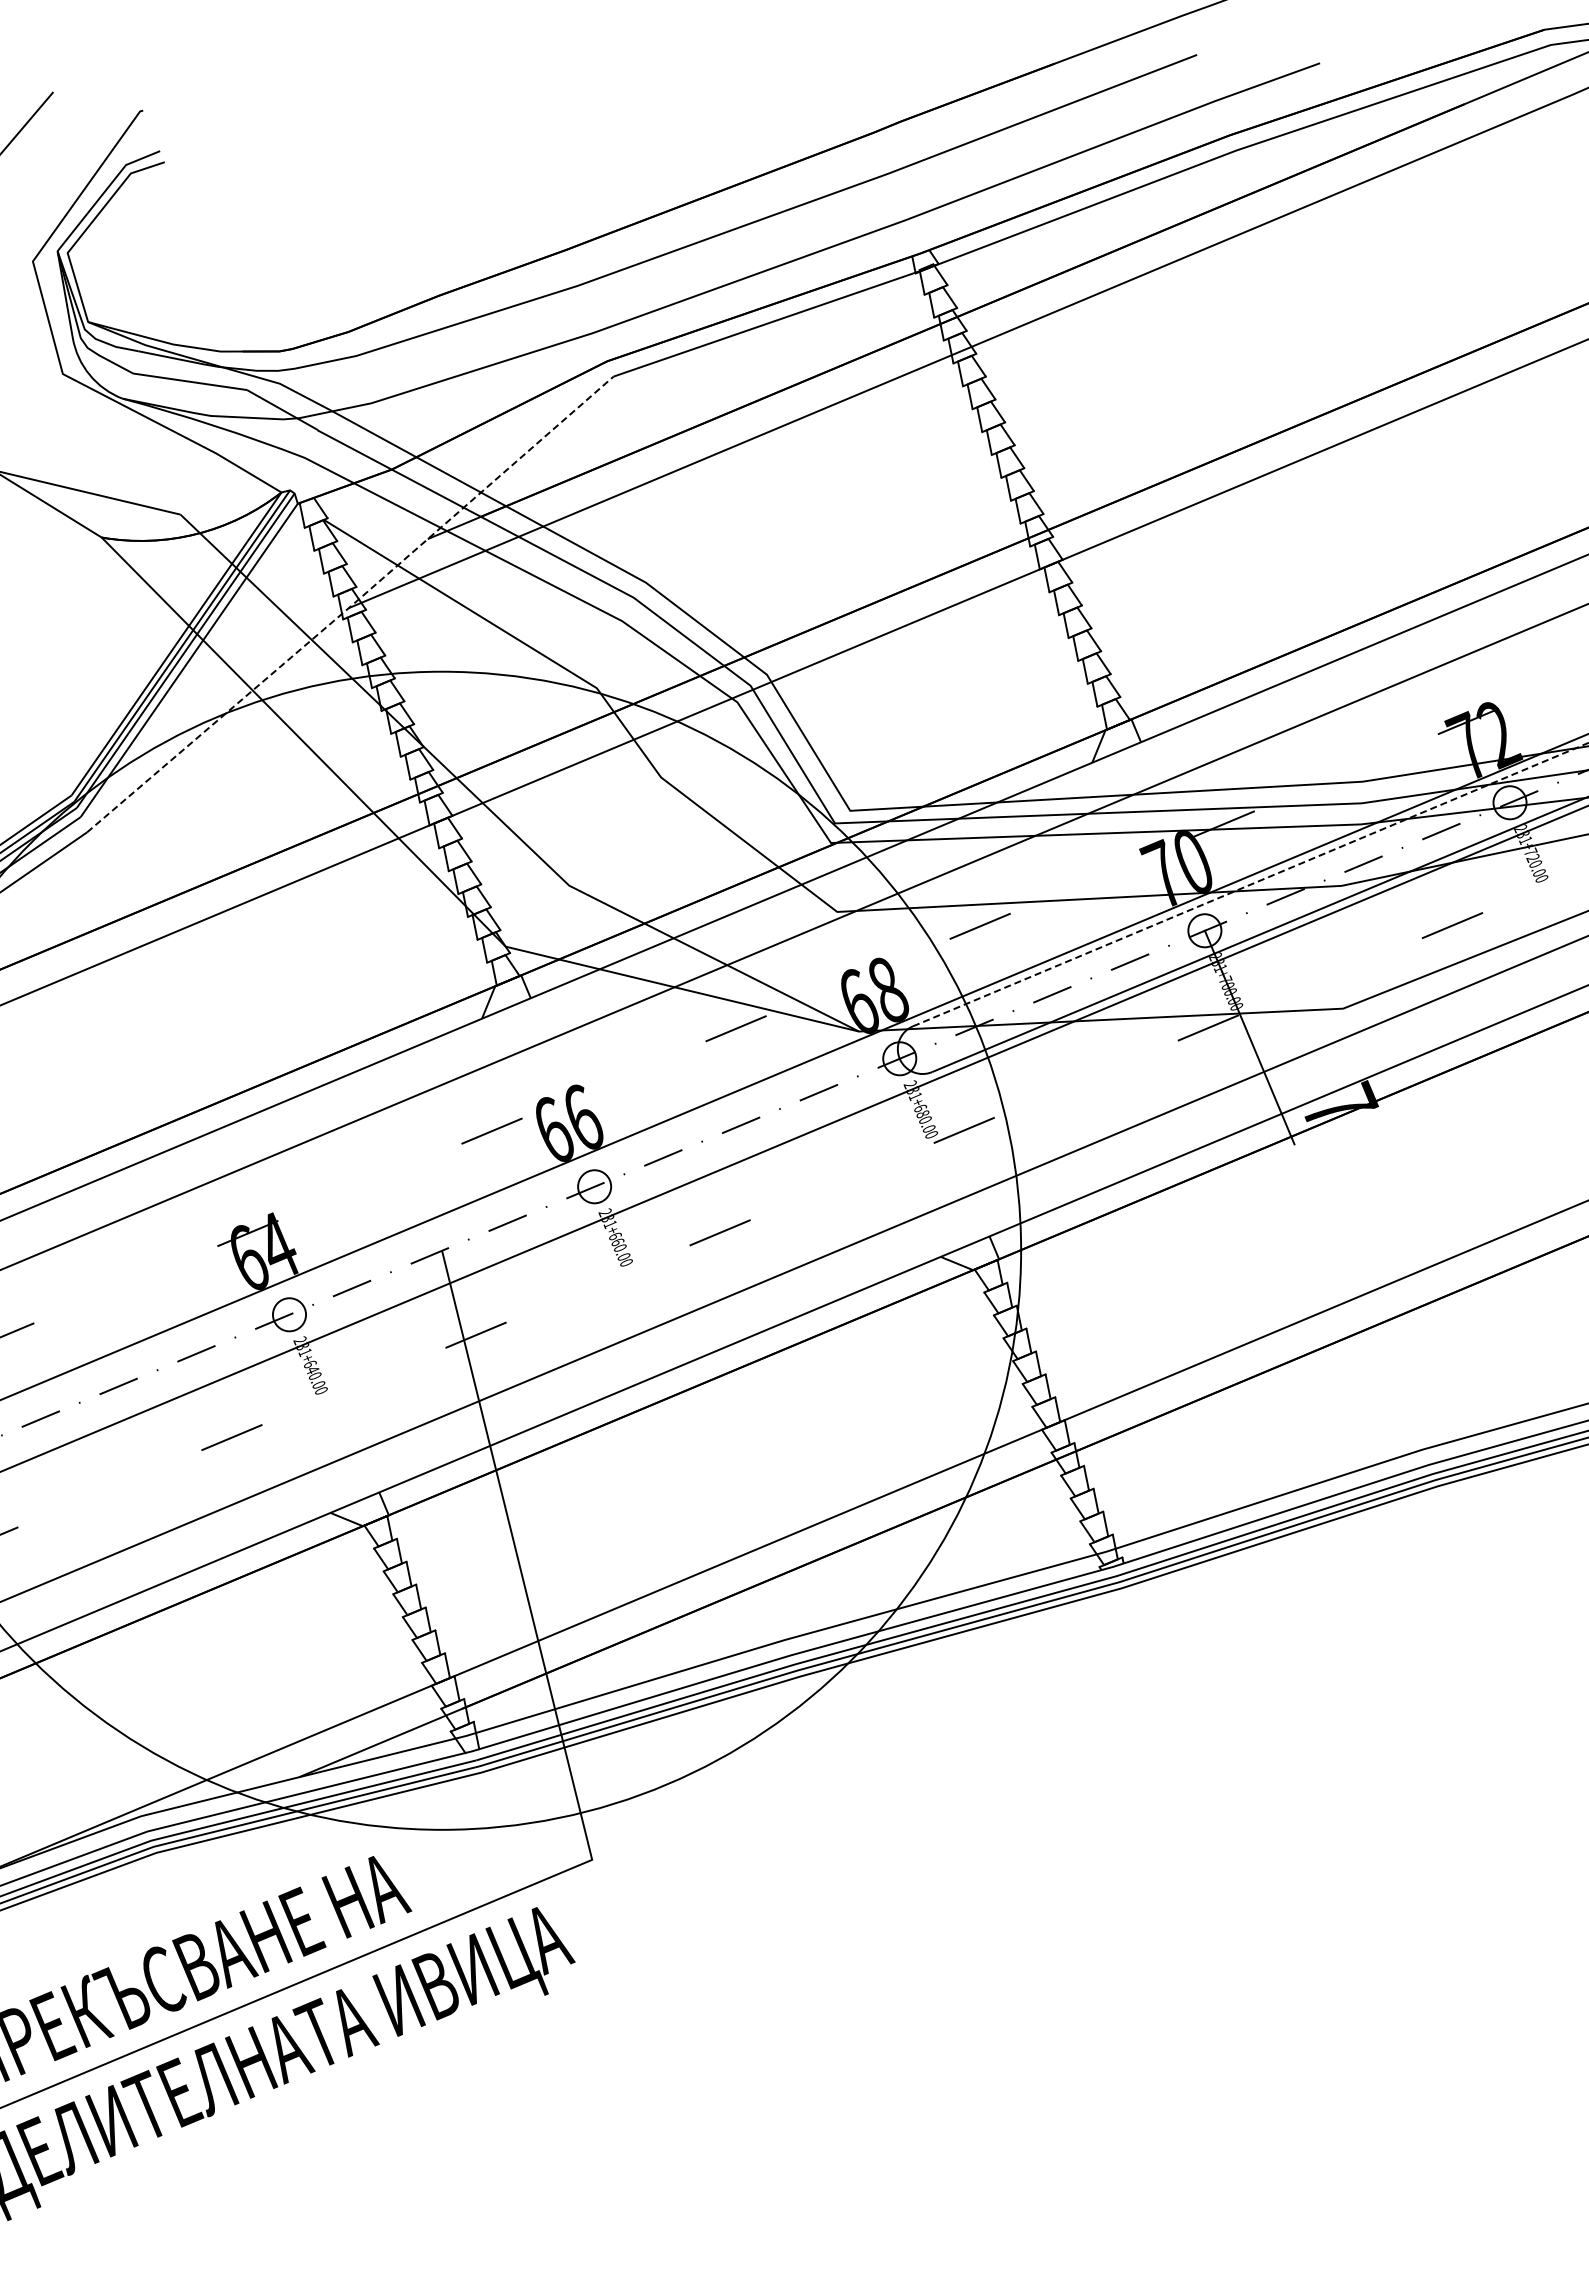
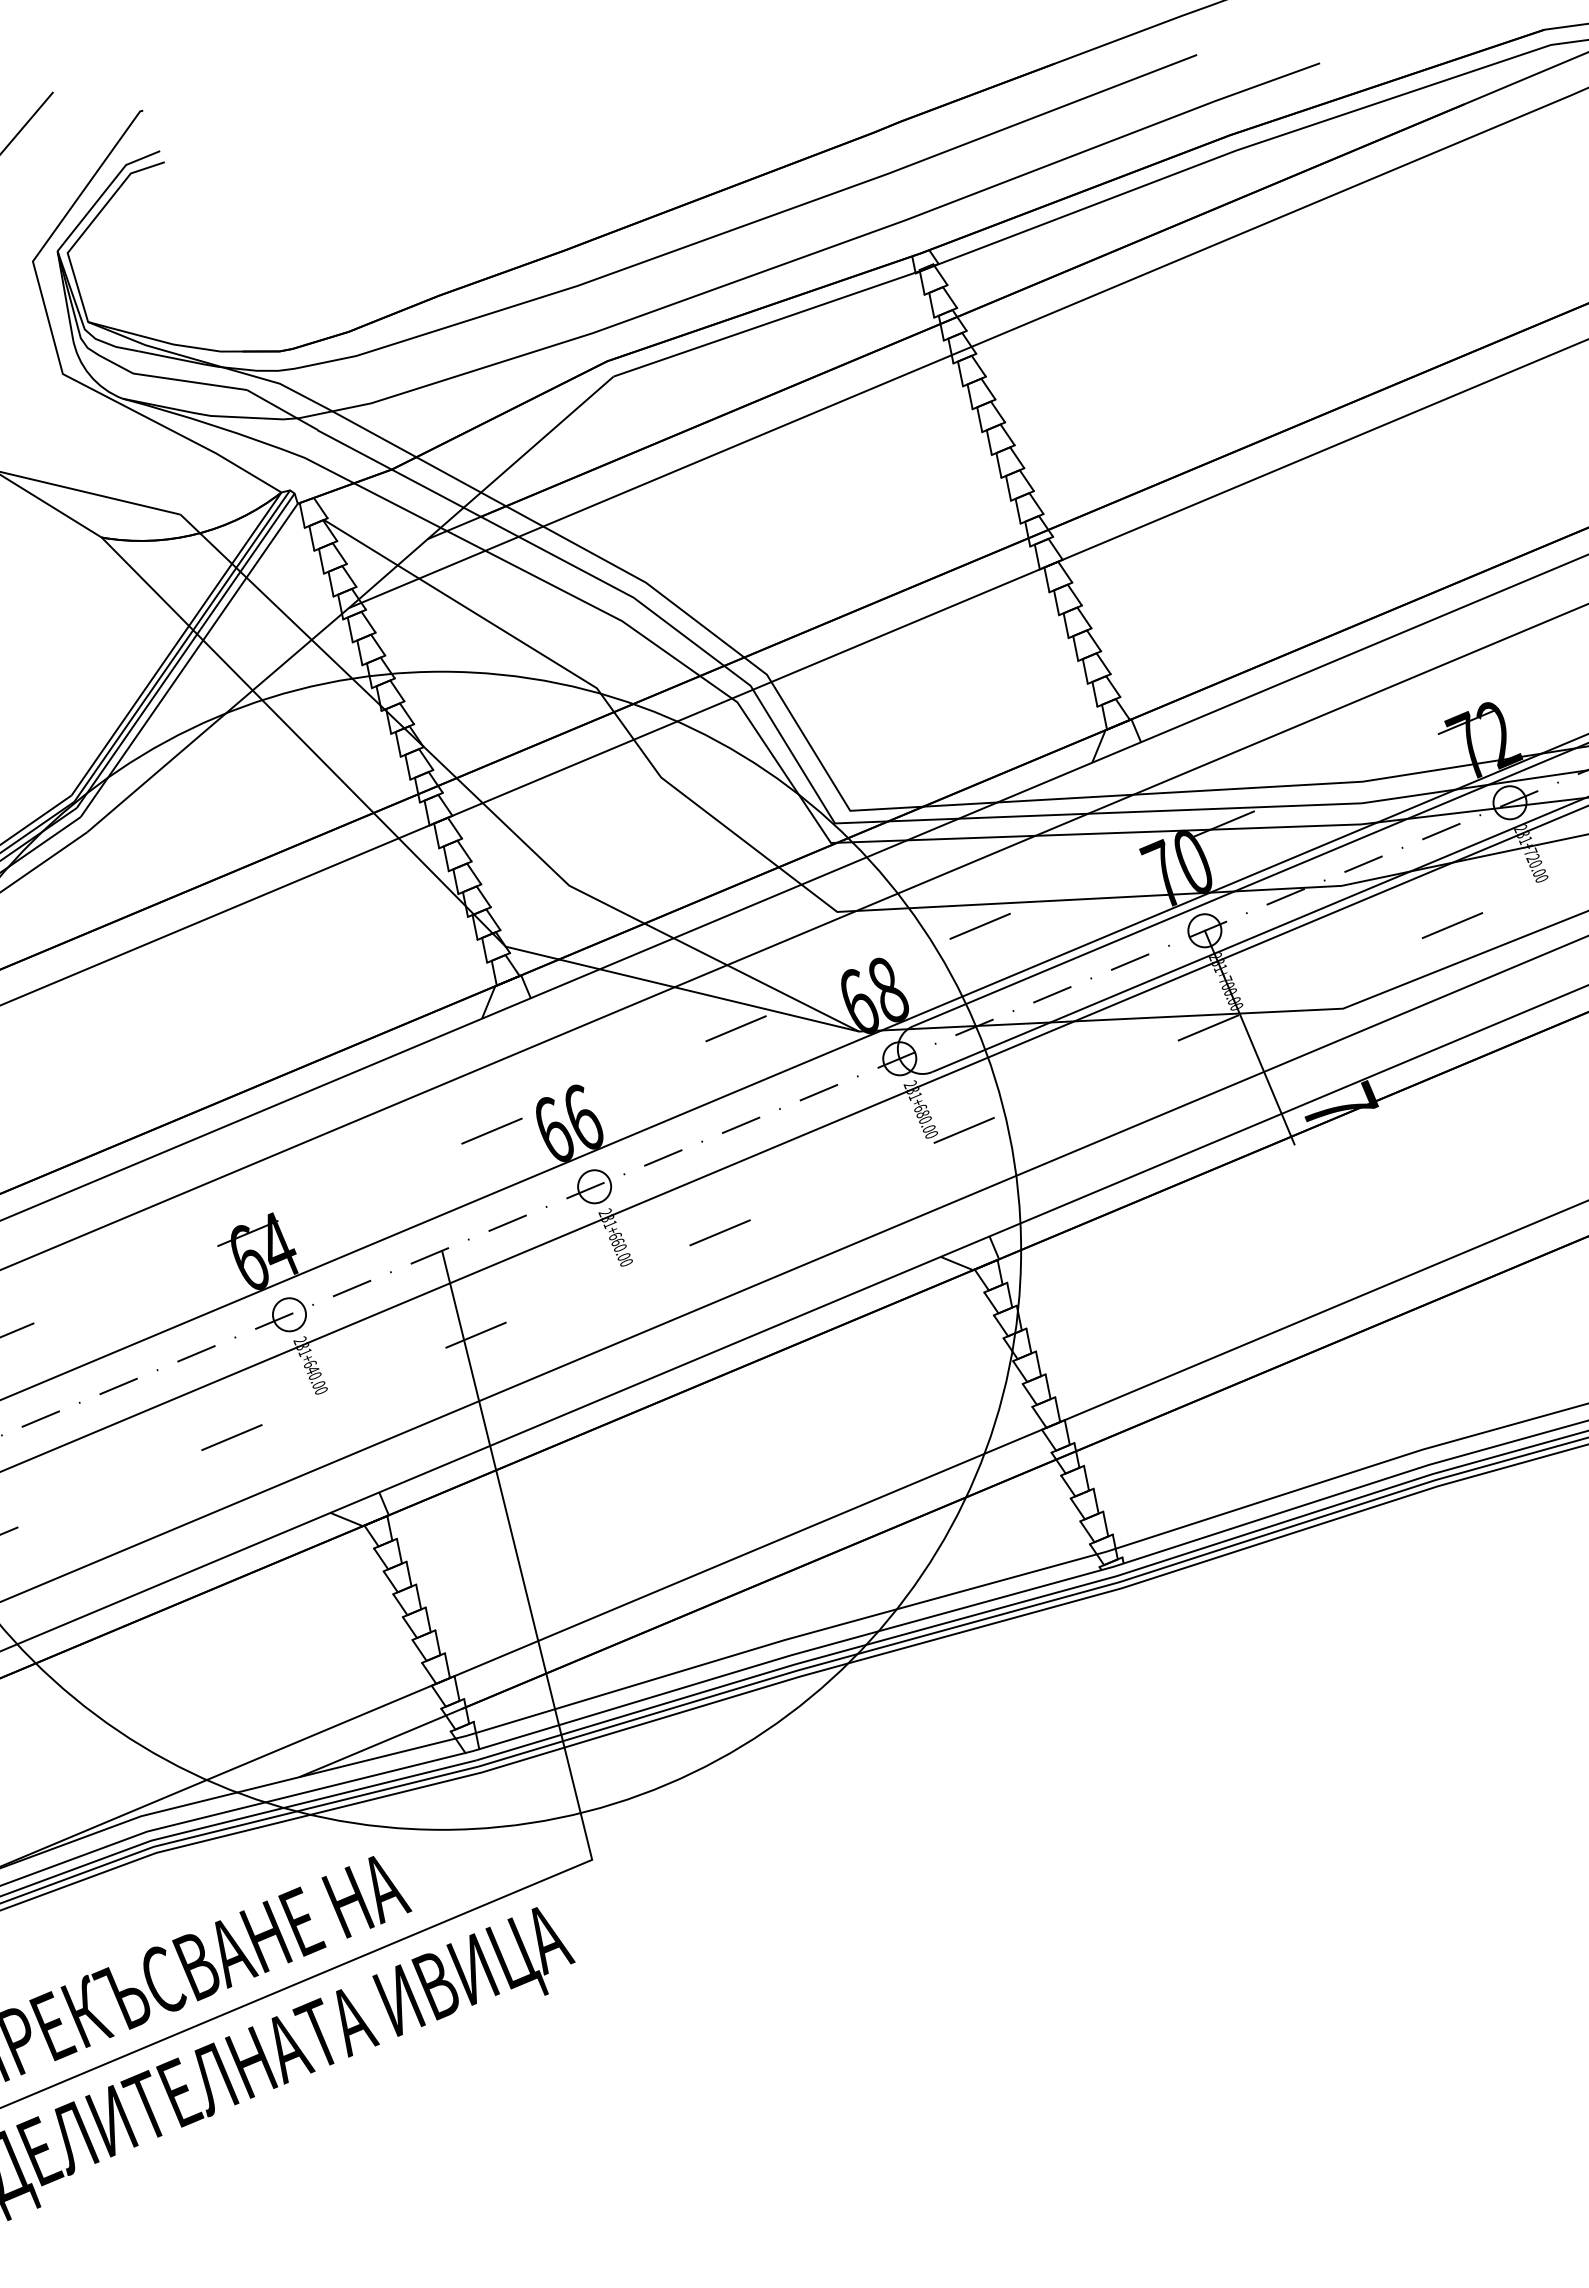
line at (351, 606): dashed -> solid
line at (1251, 884): dashed -> solid
